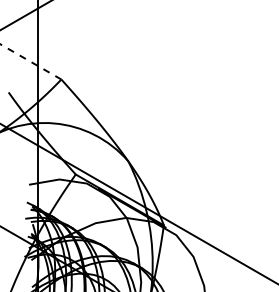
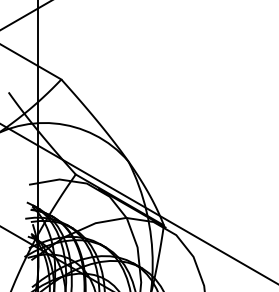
line at (30, 61): dashed -> solid
